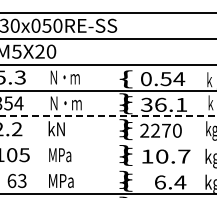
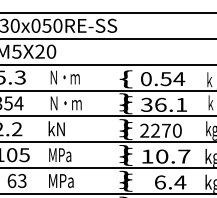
line at (108, 116): dashed -> solid
line at (107, 142): none -> present
line at (107, 168): none -> present
